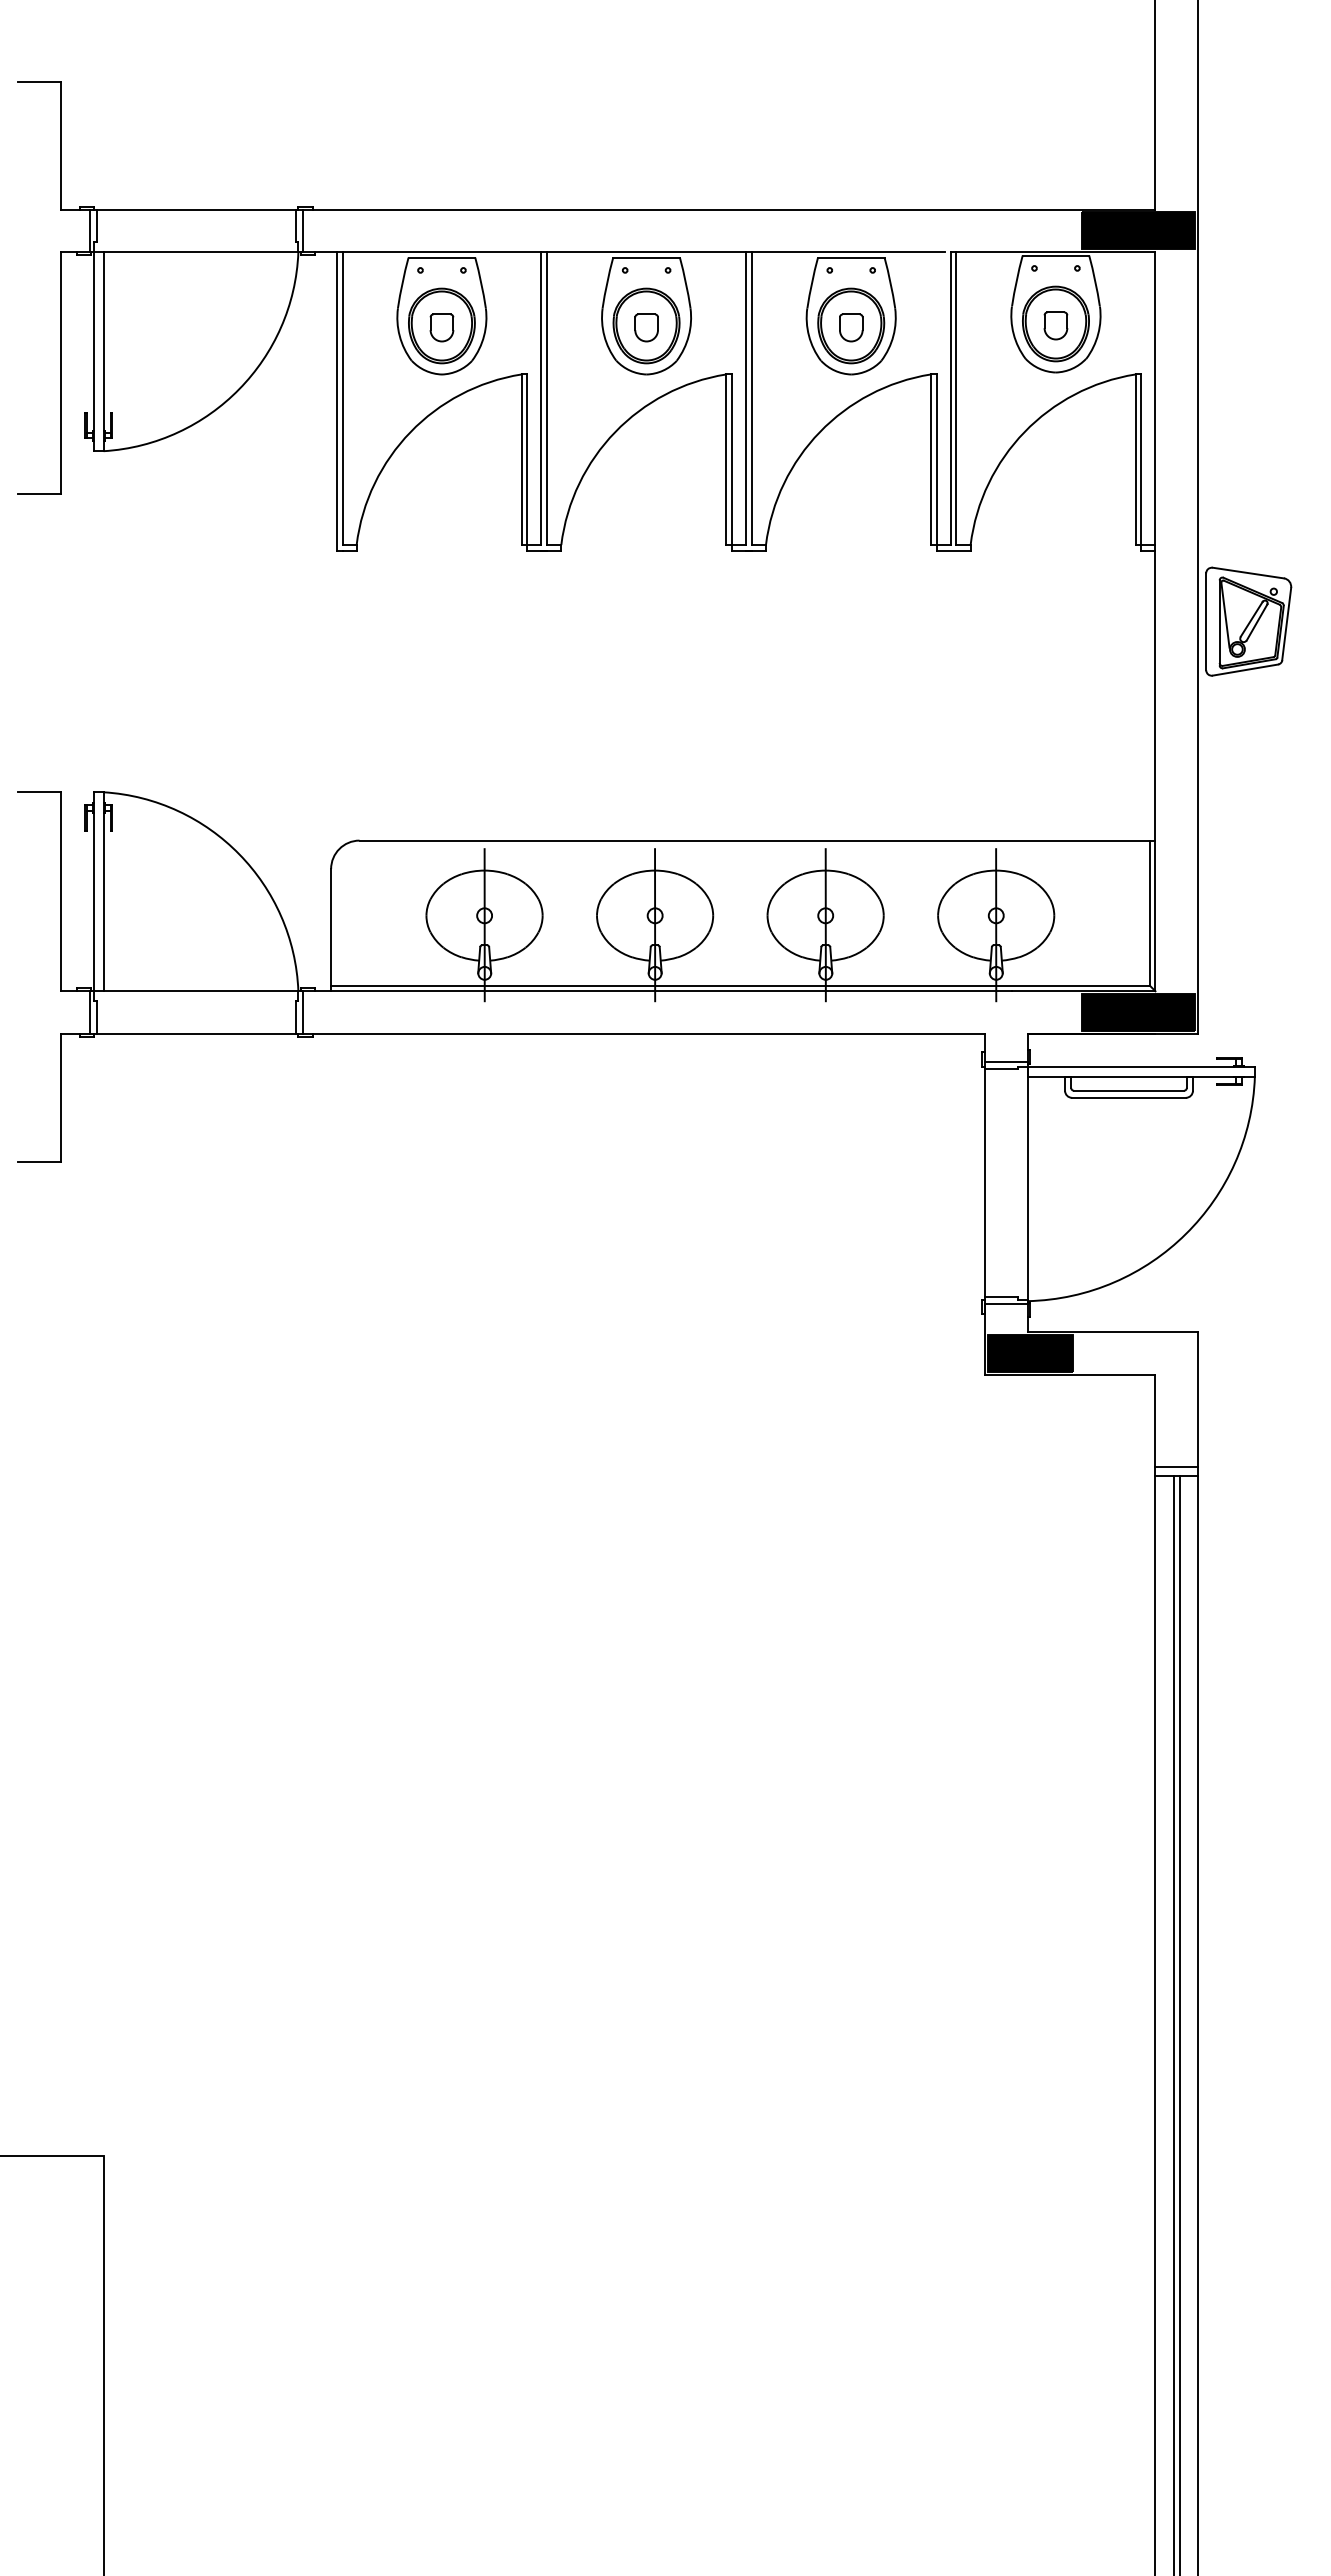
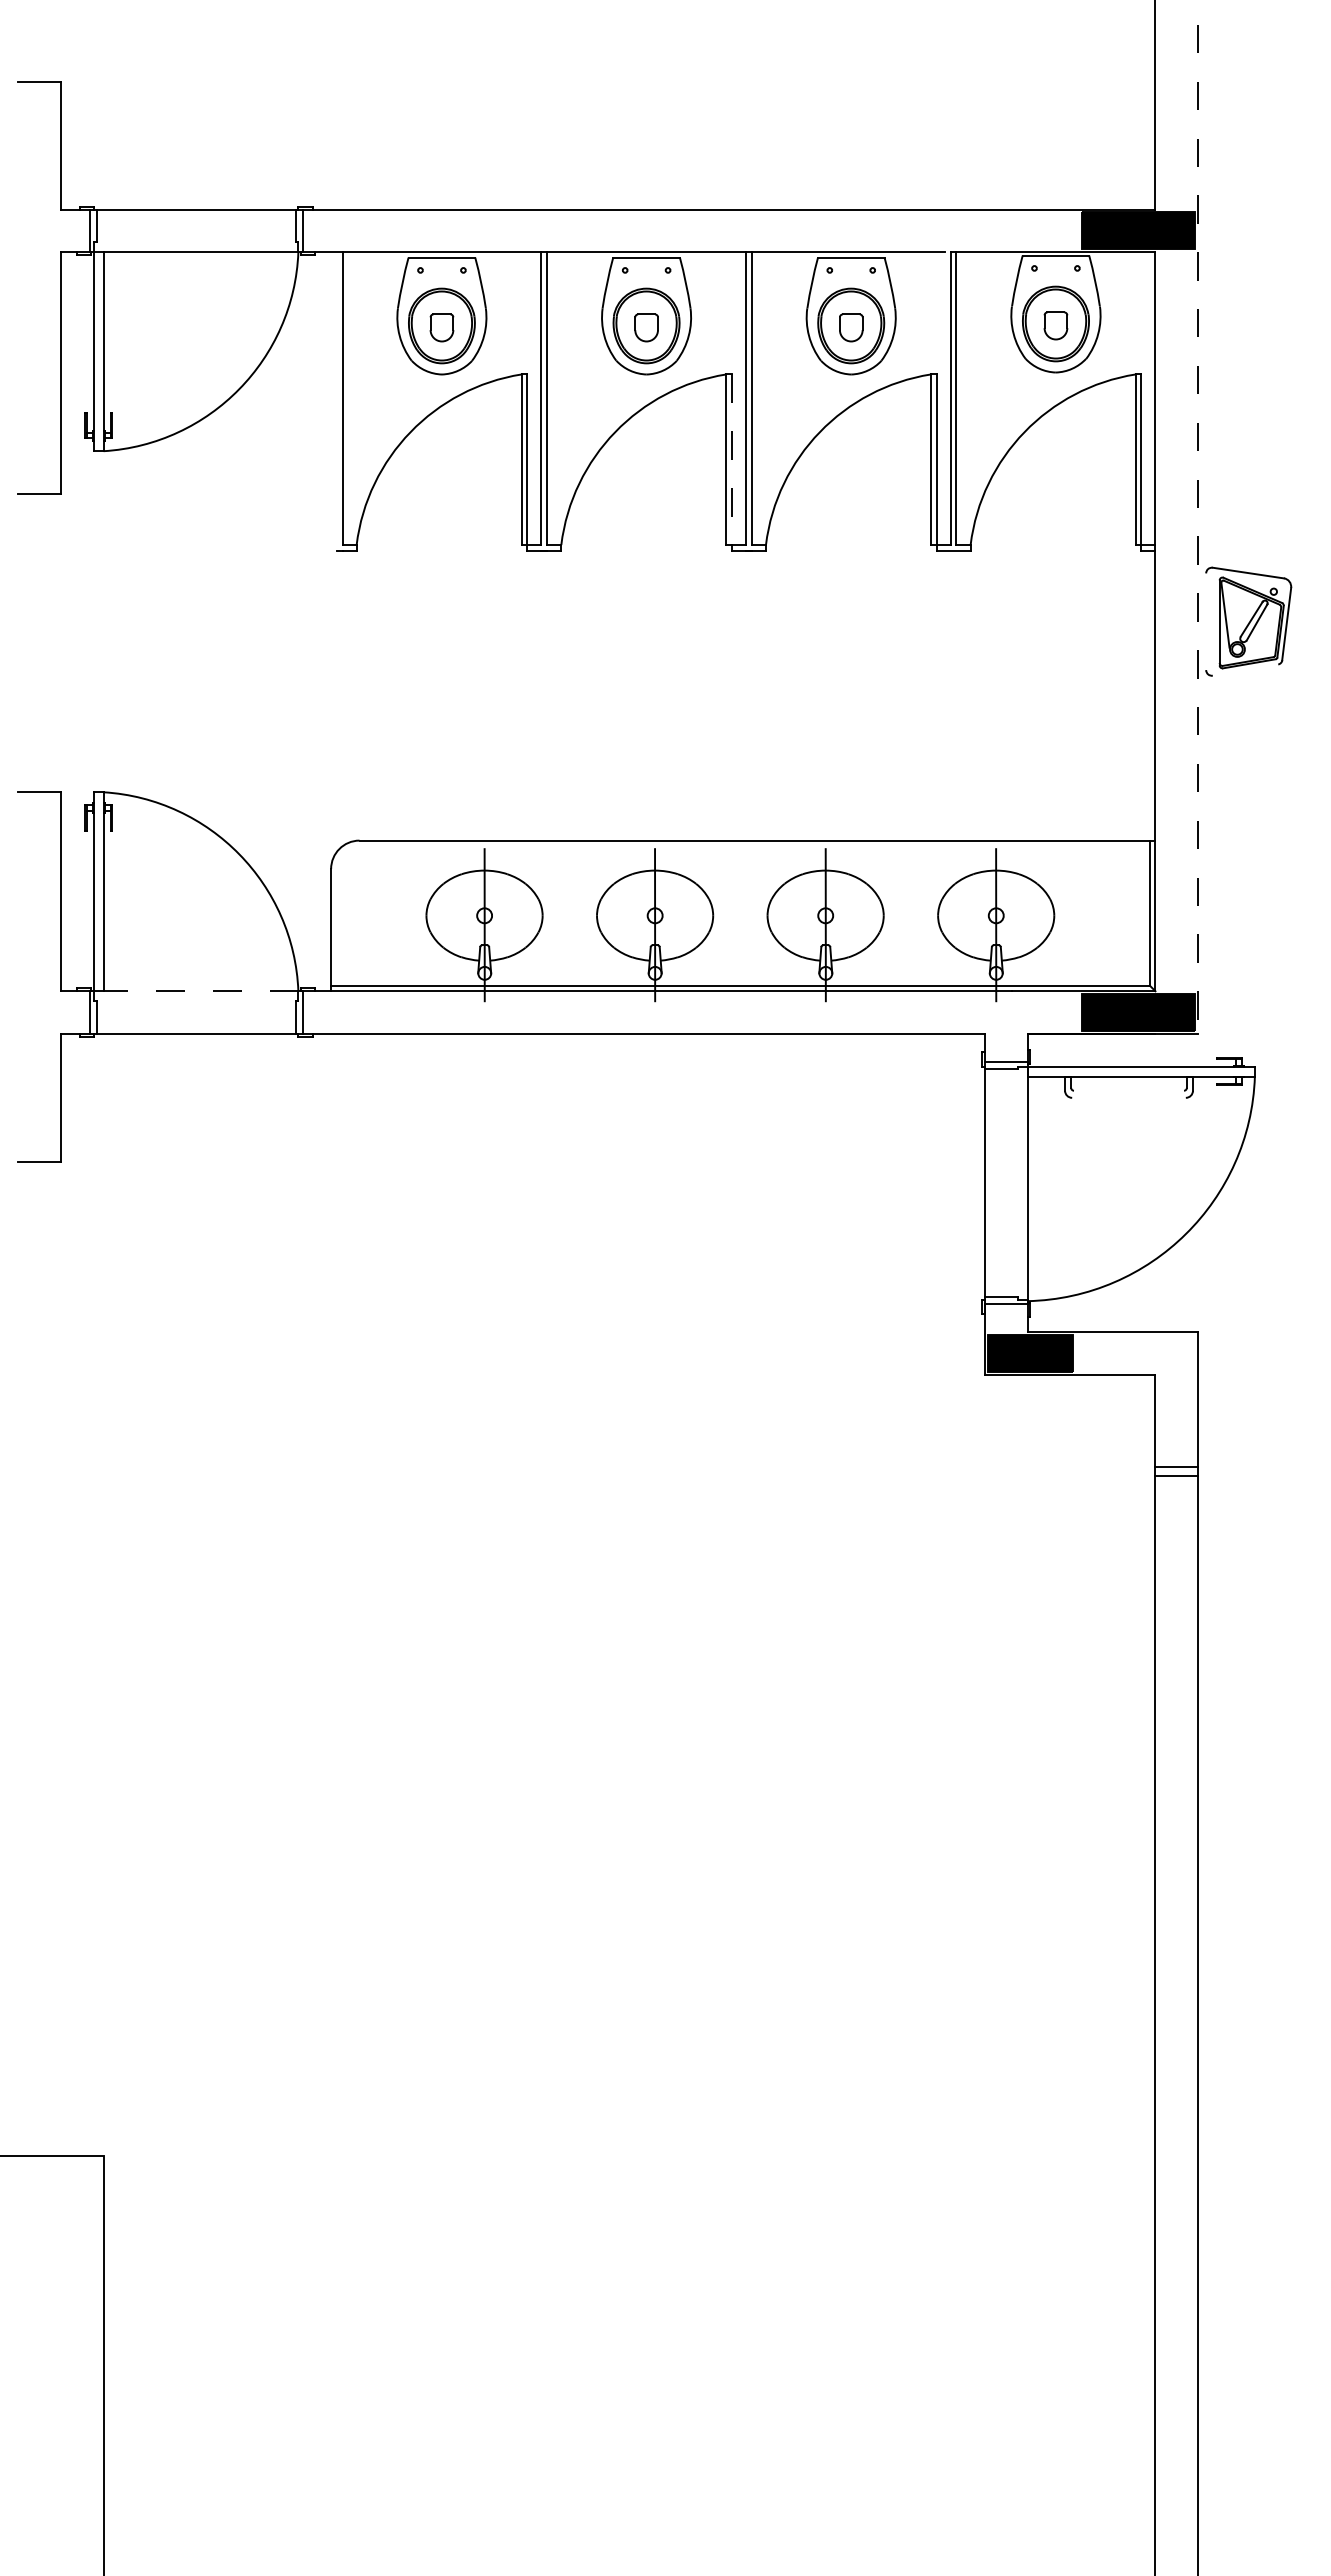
line at (336, 401): present -> none
line at (731, 460): solid -> dashed
line at (1198, 517): solid -> dashed
line at (1206, 621): present -> none
line at (1245, 669): present -> none
line at (200, 991): solid -> dashed
line at (1129, 1090): present -> none
line at (1128, 1097): present -> none
line at (1173, 2023): present -> none
line at (1179, 2023): present -> none
